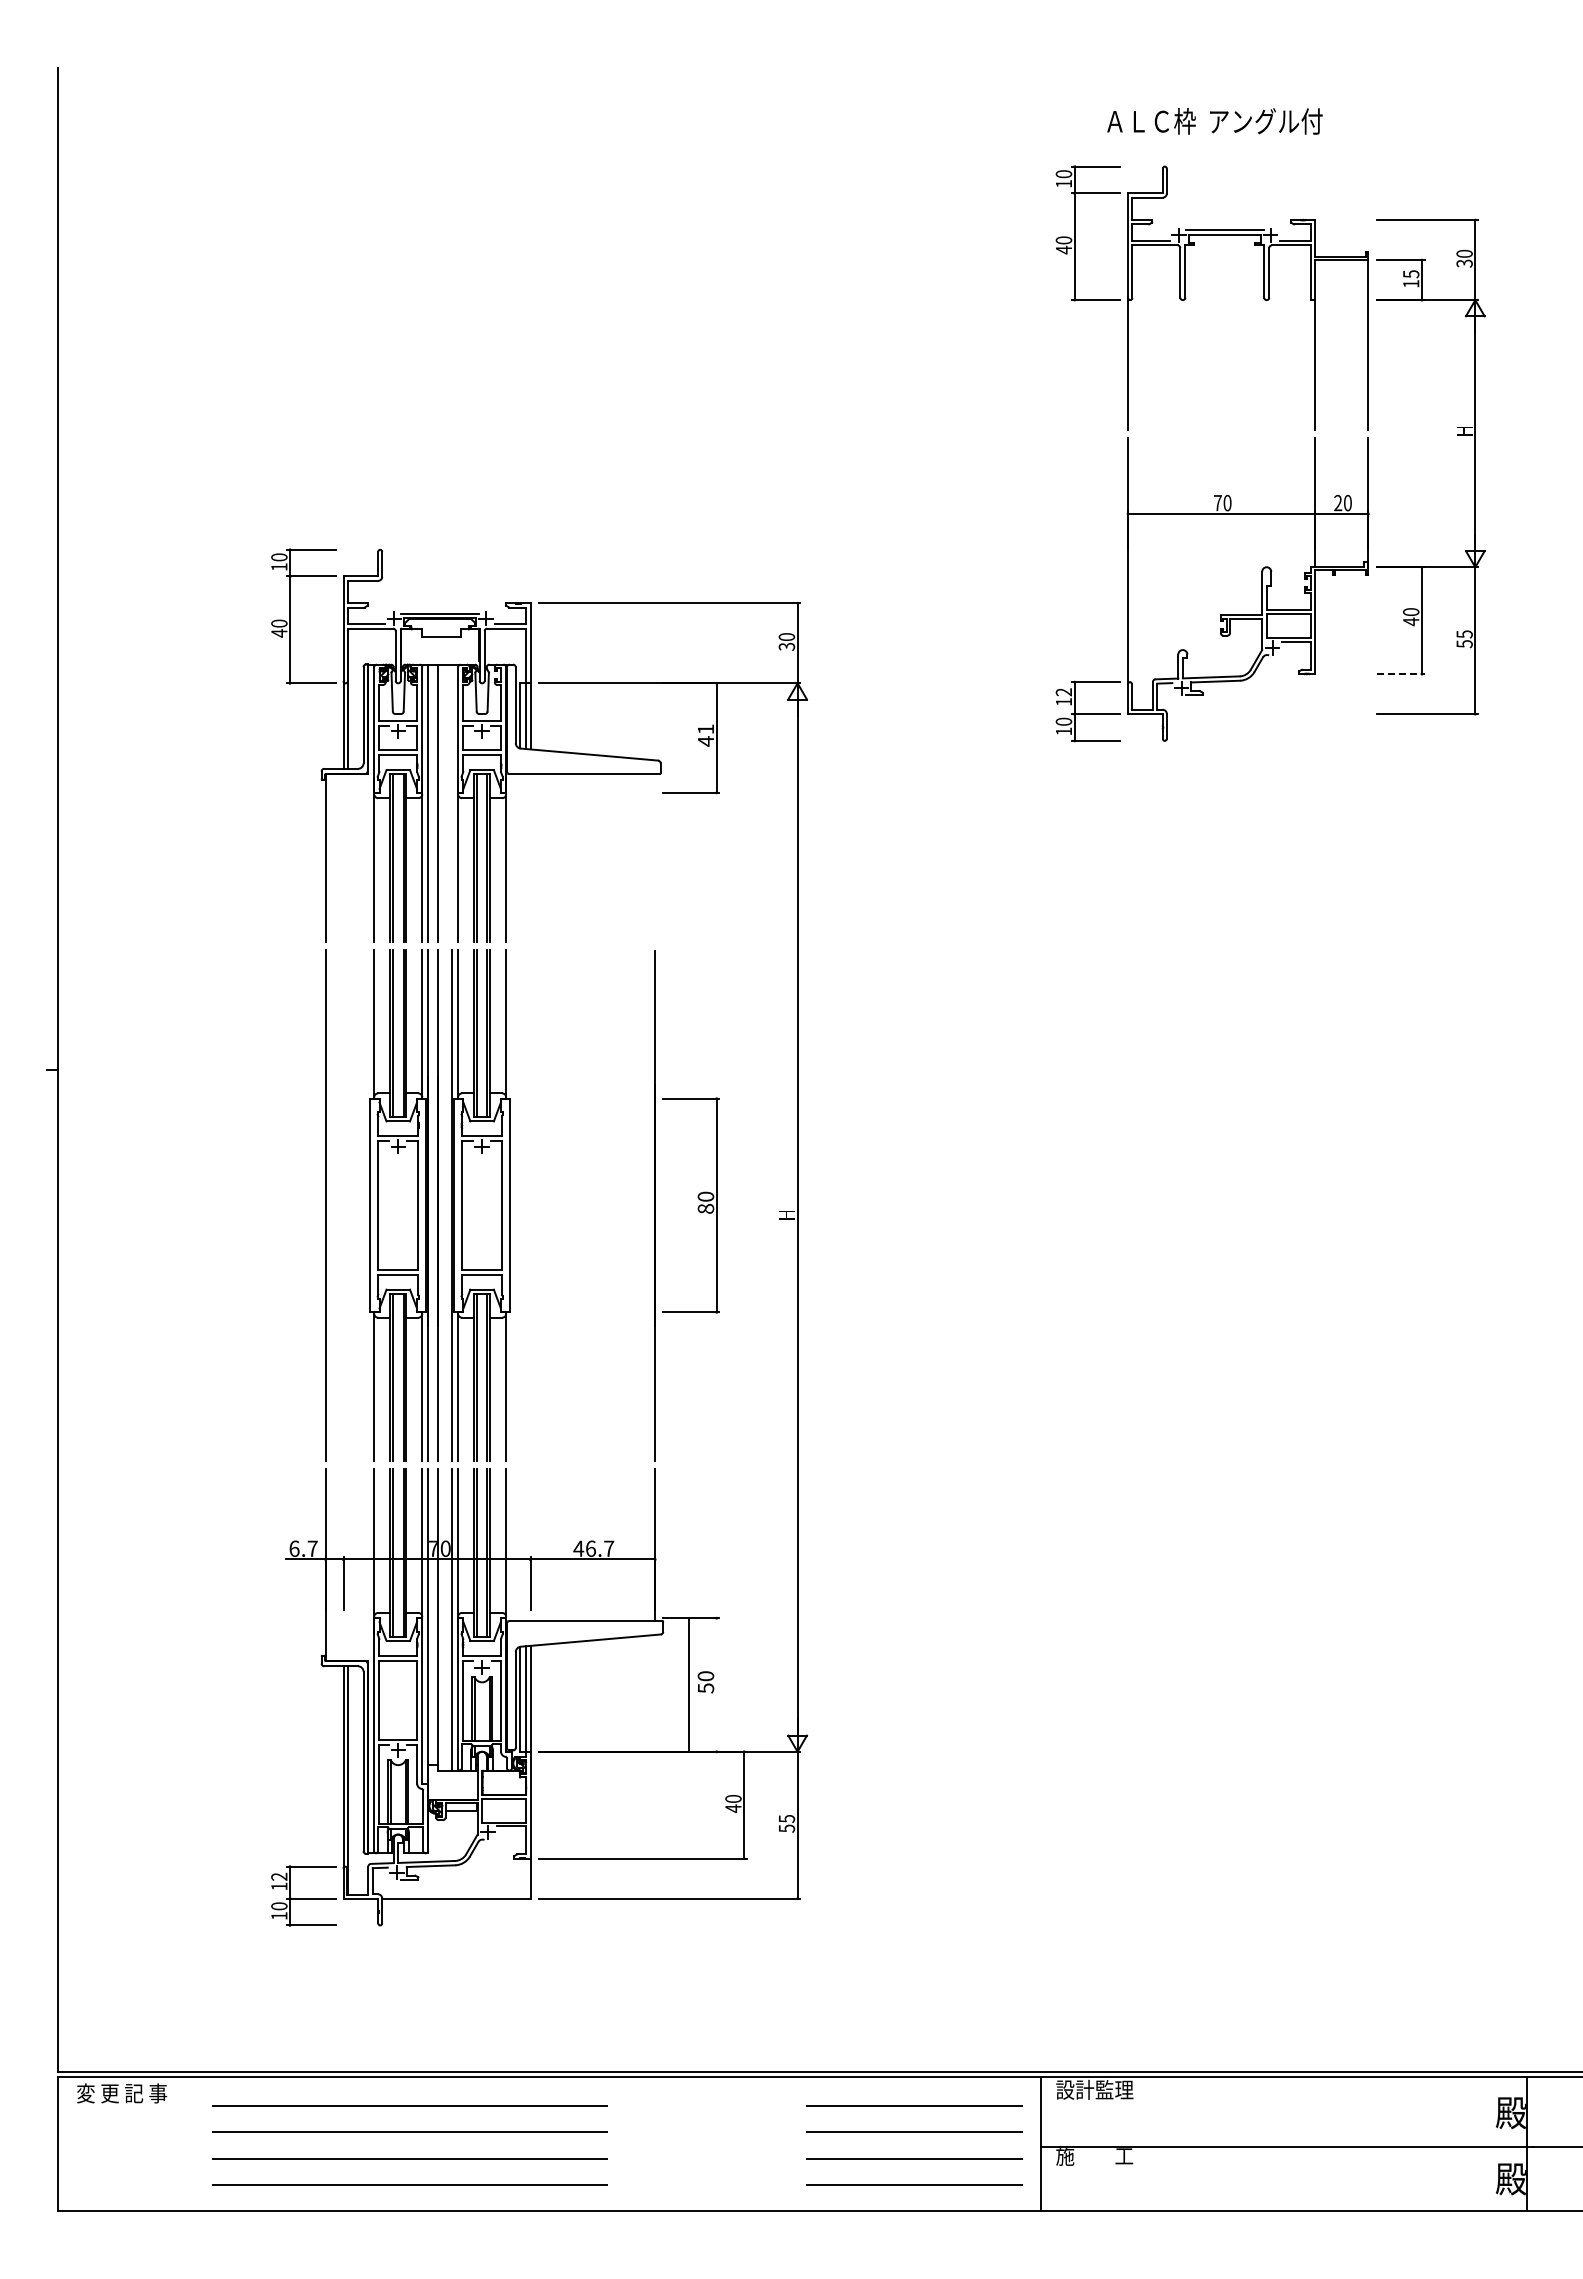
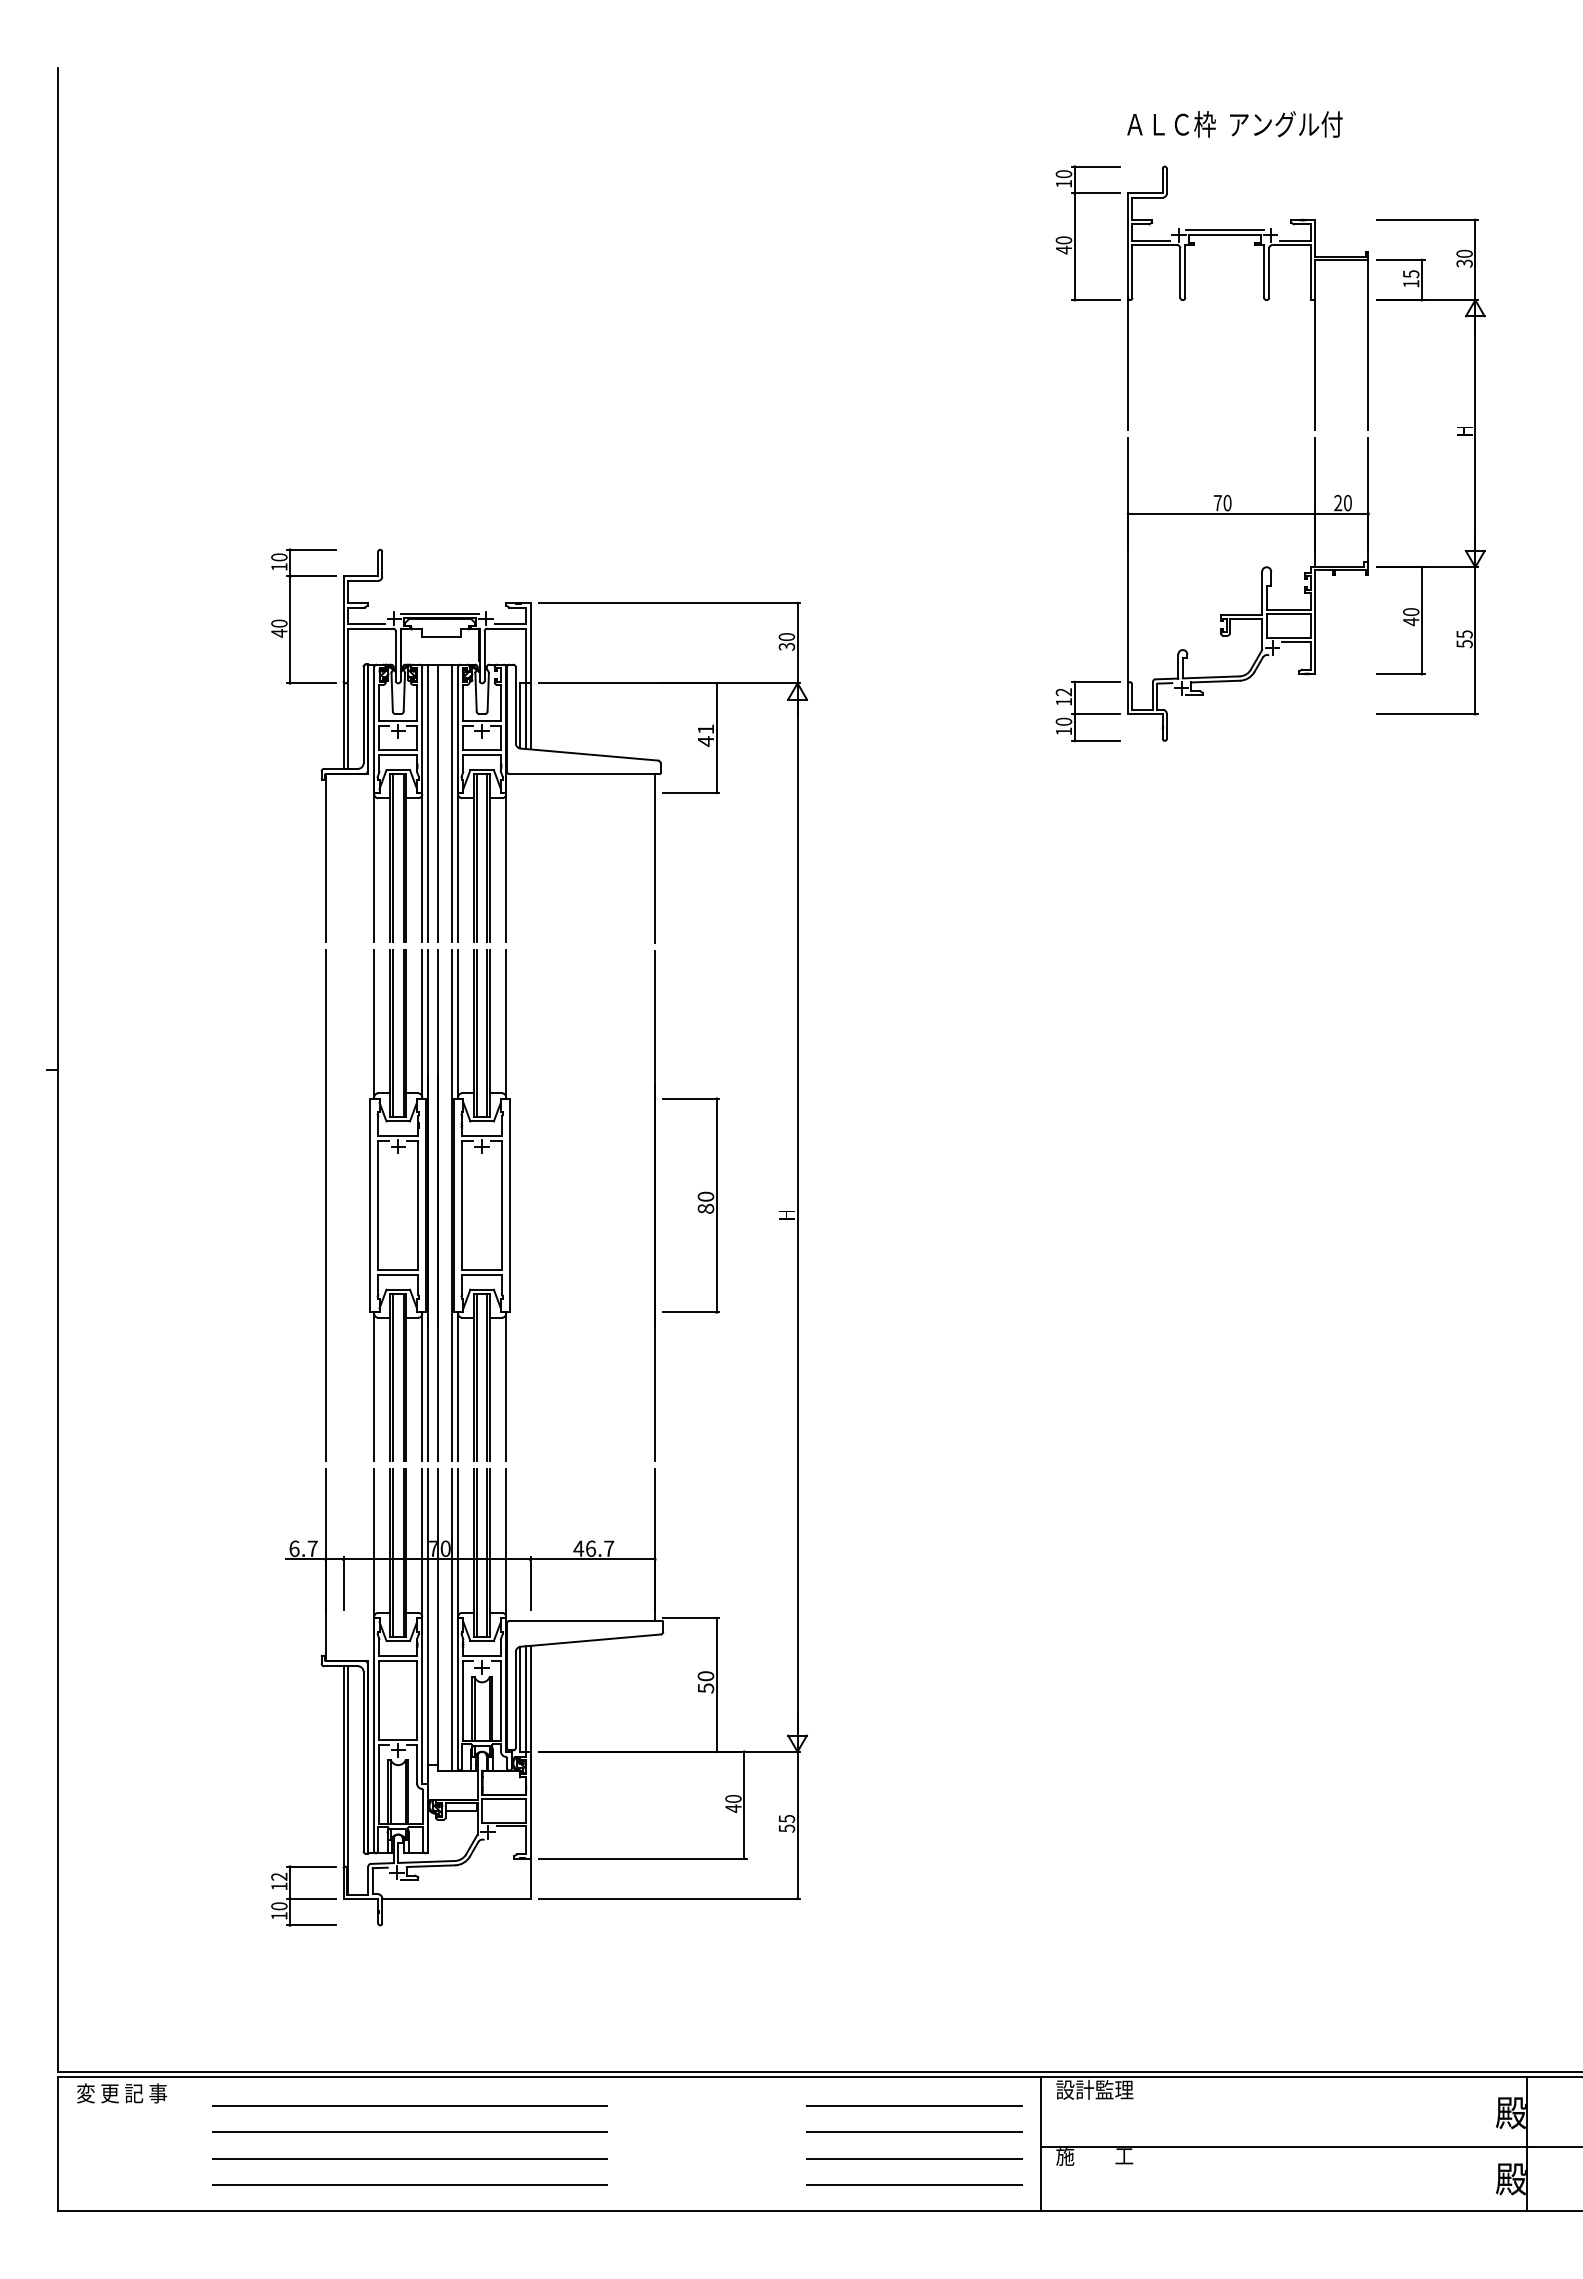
text at (1214, 121) position: (1214, 121) -> (1234, 124)
line at (1401, 674): dashed -> solid
line at (452, 802): none -> present
line at (655, 858): none -> present
line at (688, 1684) position: (688, 1684) -> (716, 1684)
